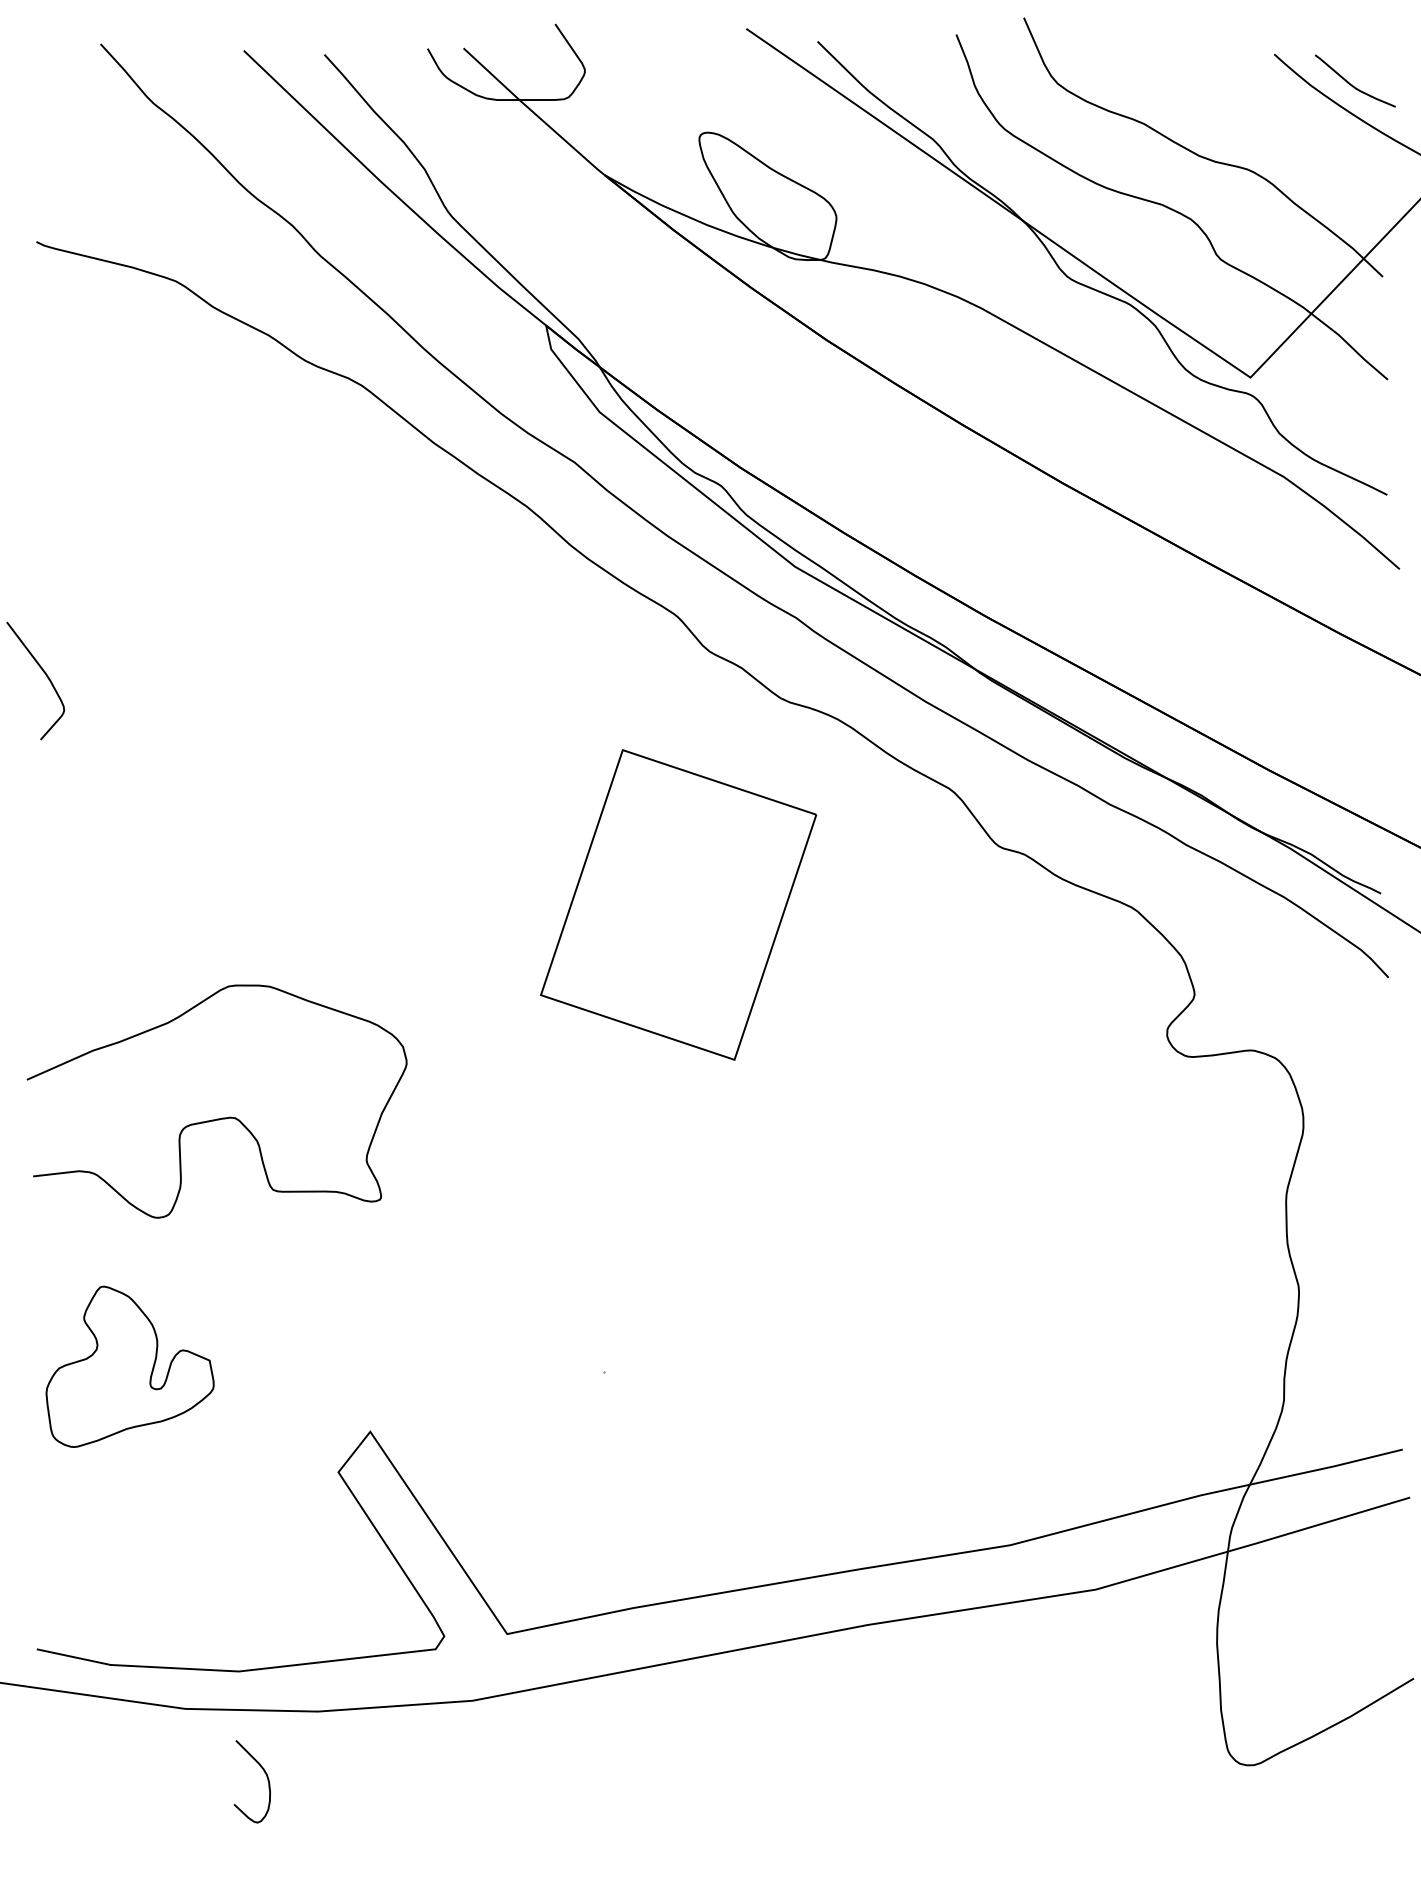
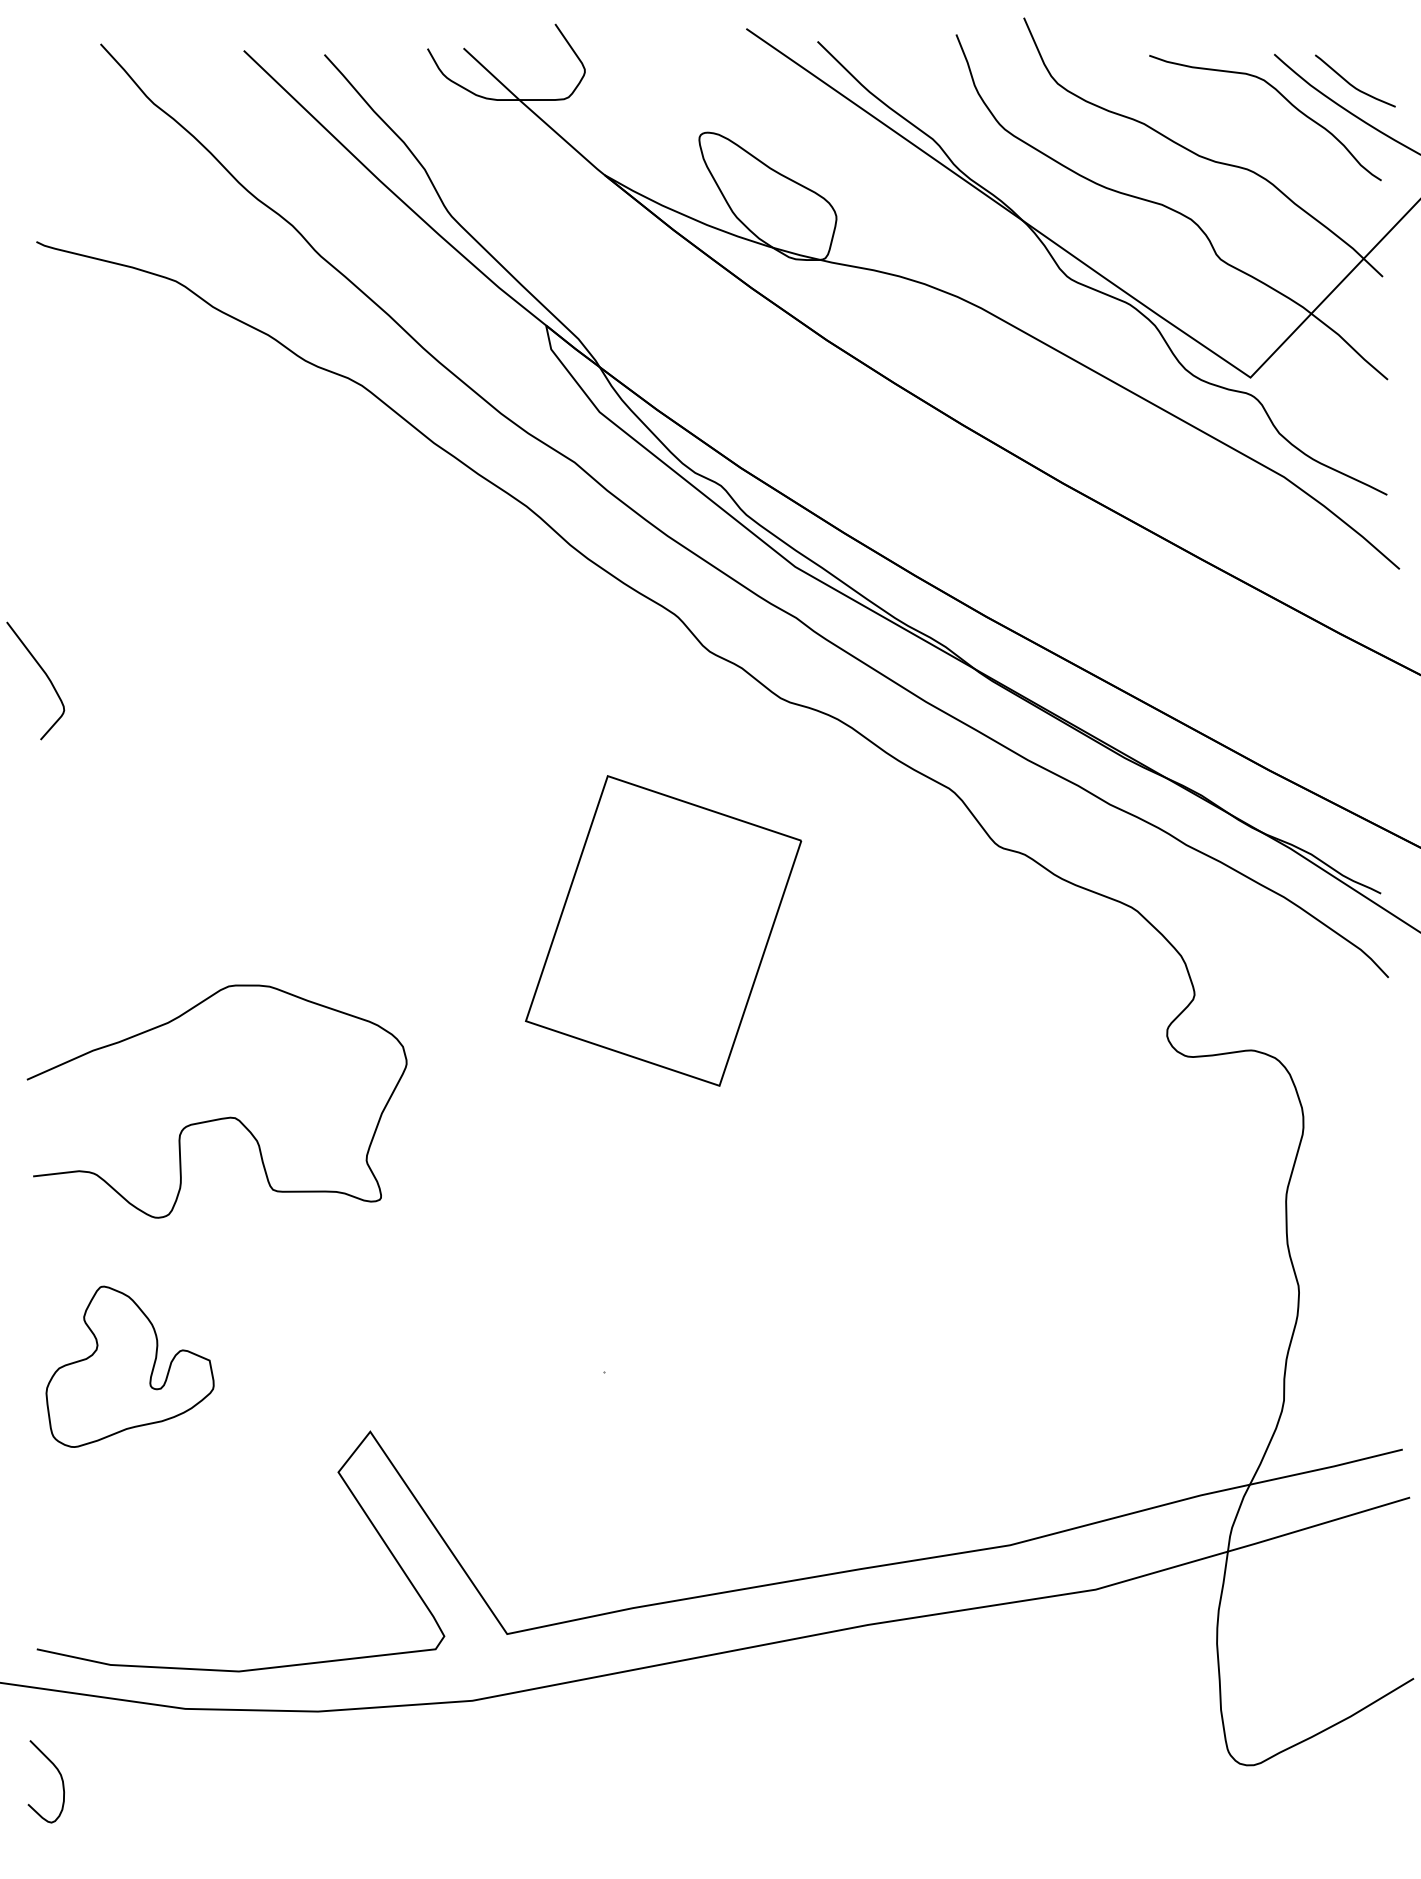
curve at (1280, 95): none -> present
part at (678, 904) position: (678, 904) -> (663, 930)
curve at (266, 1777) position: (266, 1777) -> (60, 1777)
